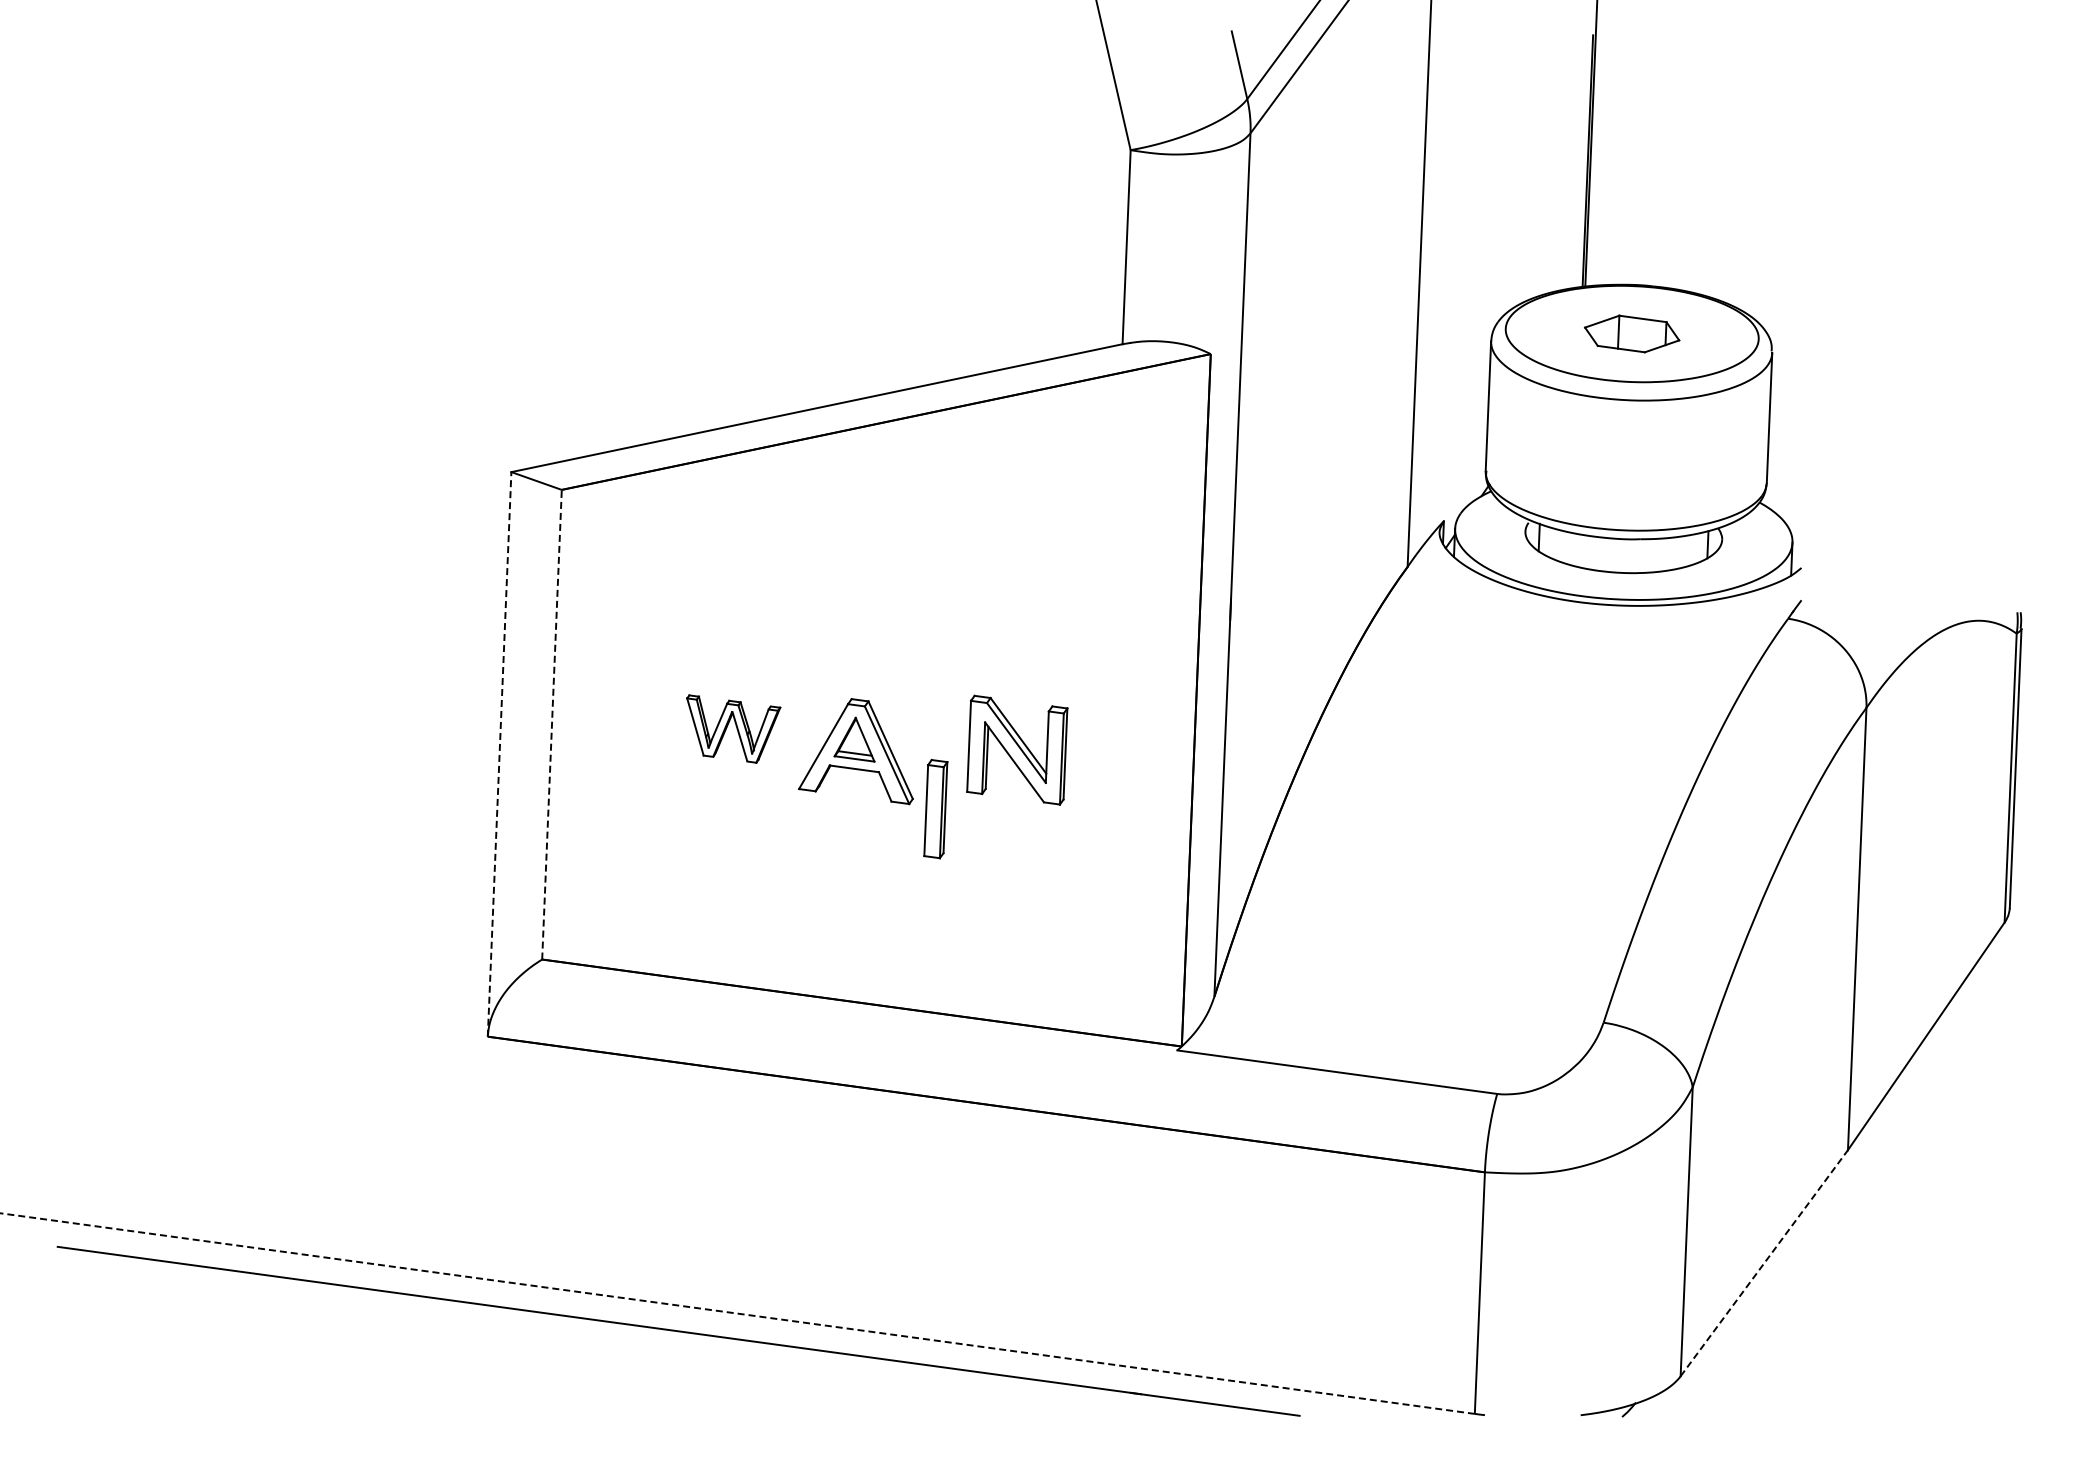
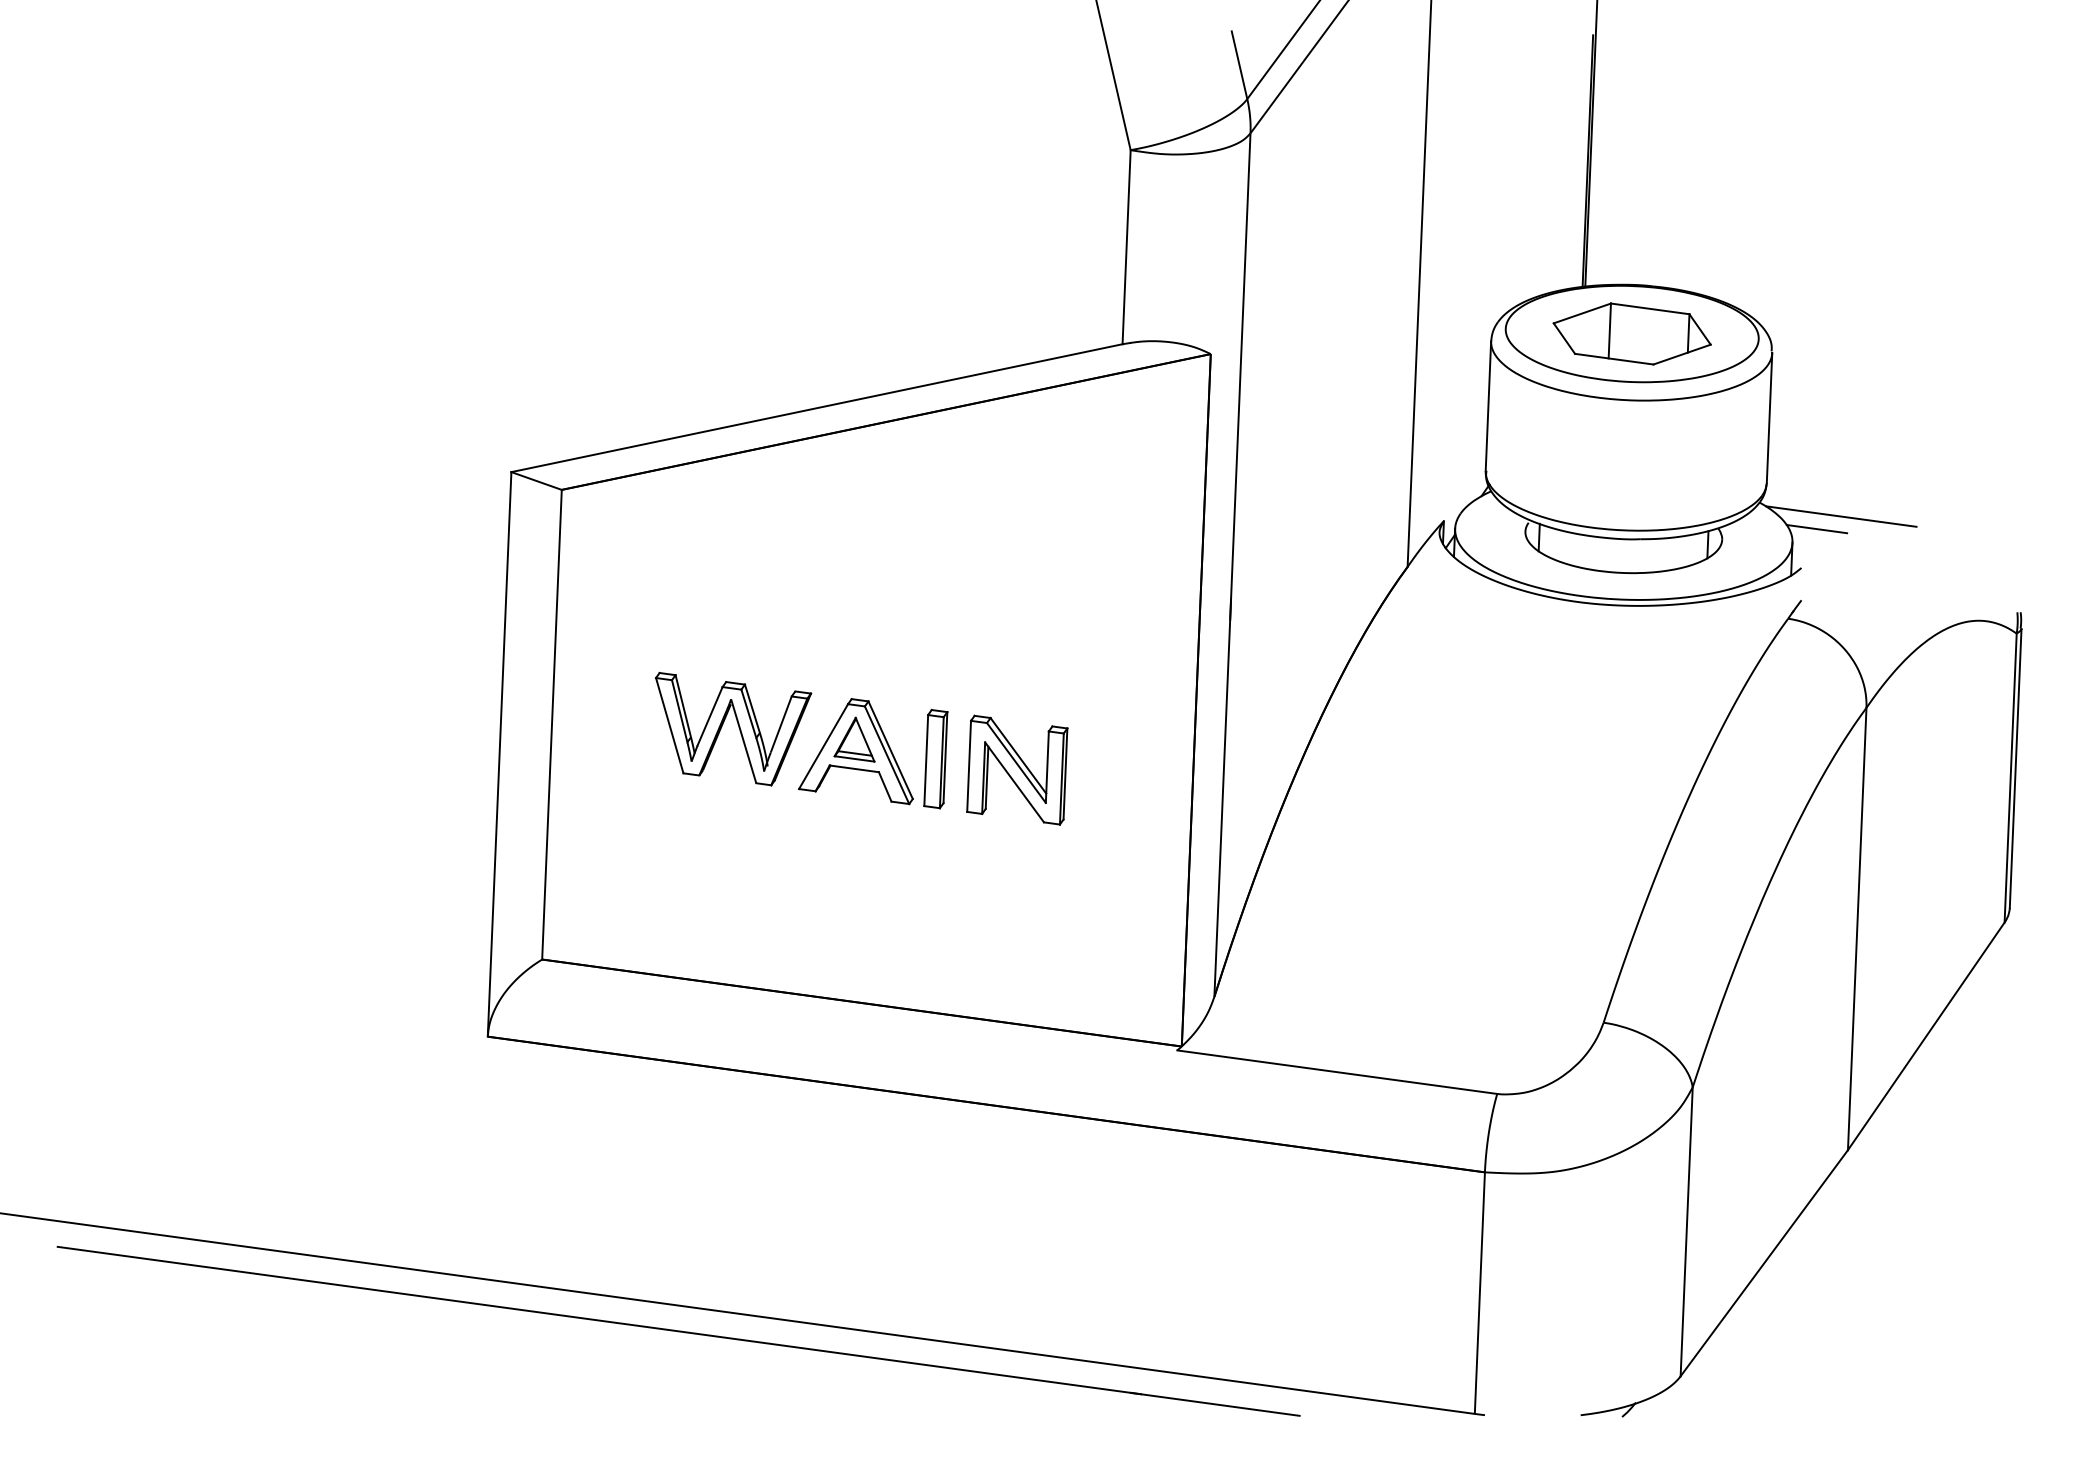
part at (1632, 333) size: 97x40 px -> 160x64 px
line at (1841, 516): none -> present
line at (1816, 529): none -> present
line at (552, 724): dashed -> solid
part at (733, 728) size: 96x70 px -> 158x116 px
part at (1017, 749) position: (1017, 749) -> (1017, 769)
line at (499, 754): dashed -> solid
part at (935, 808) position: (935, 808) -> (935, 758)
line at (1764, 1263): dashed -> solid
line at (737, 1313): dashed -> solid
